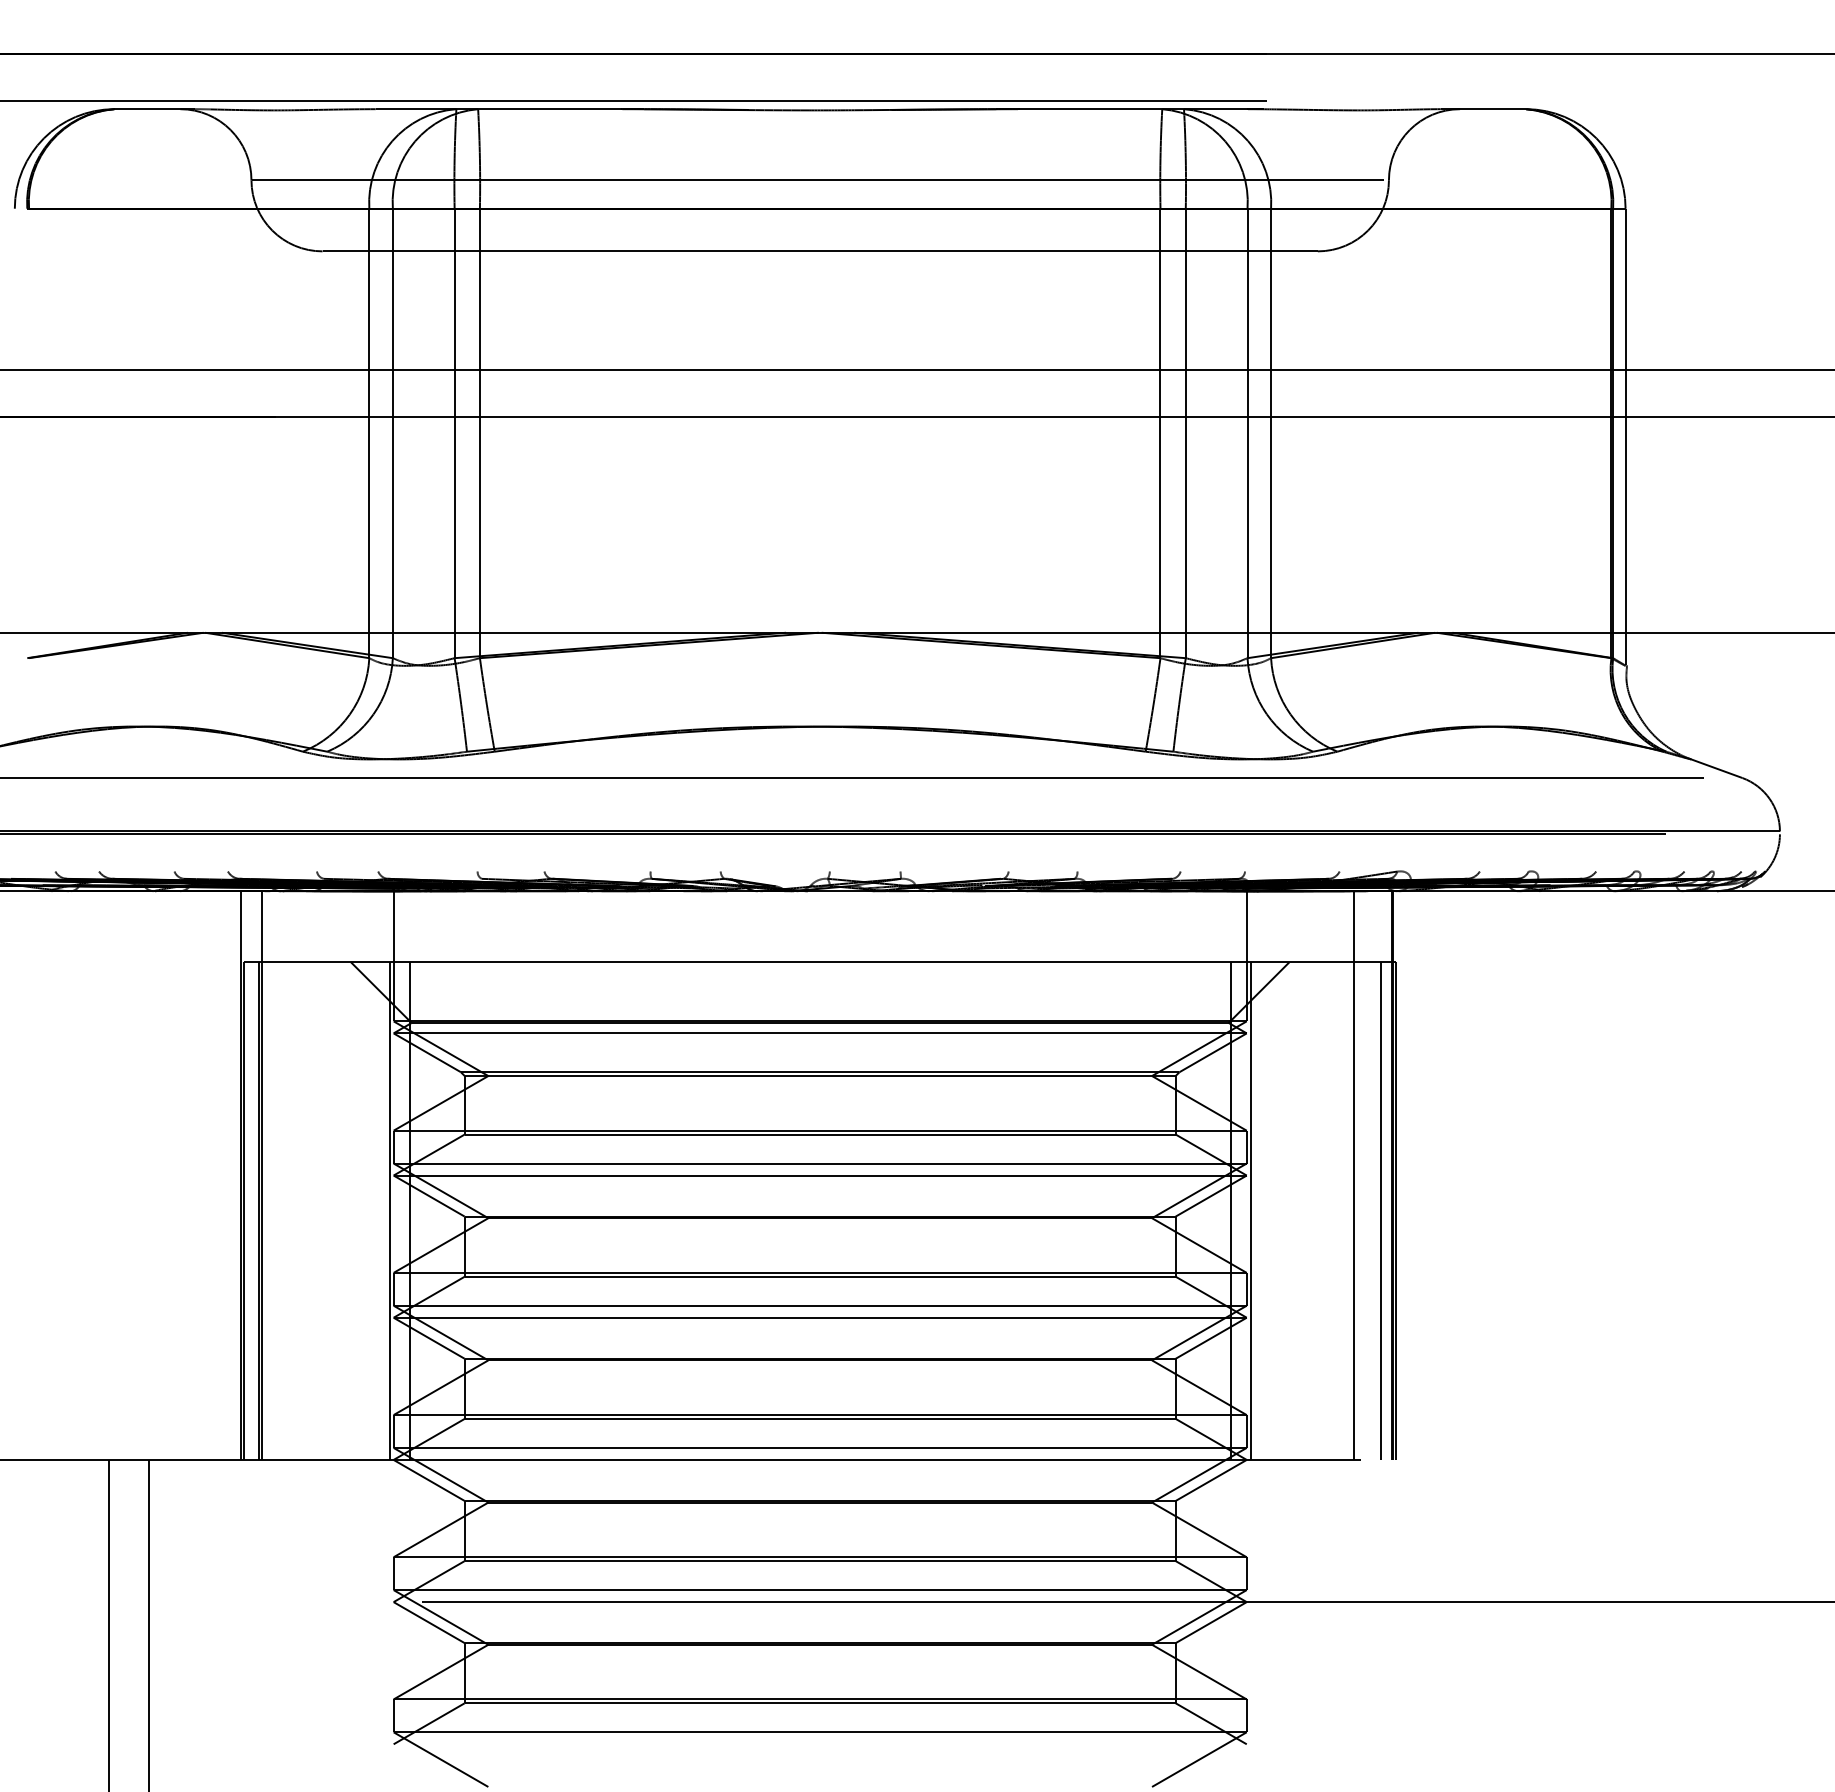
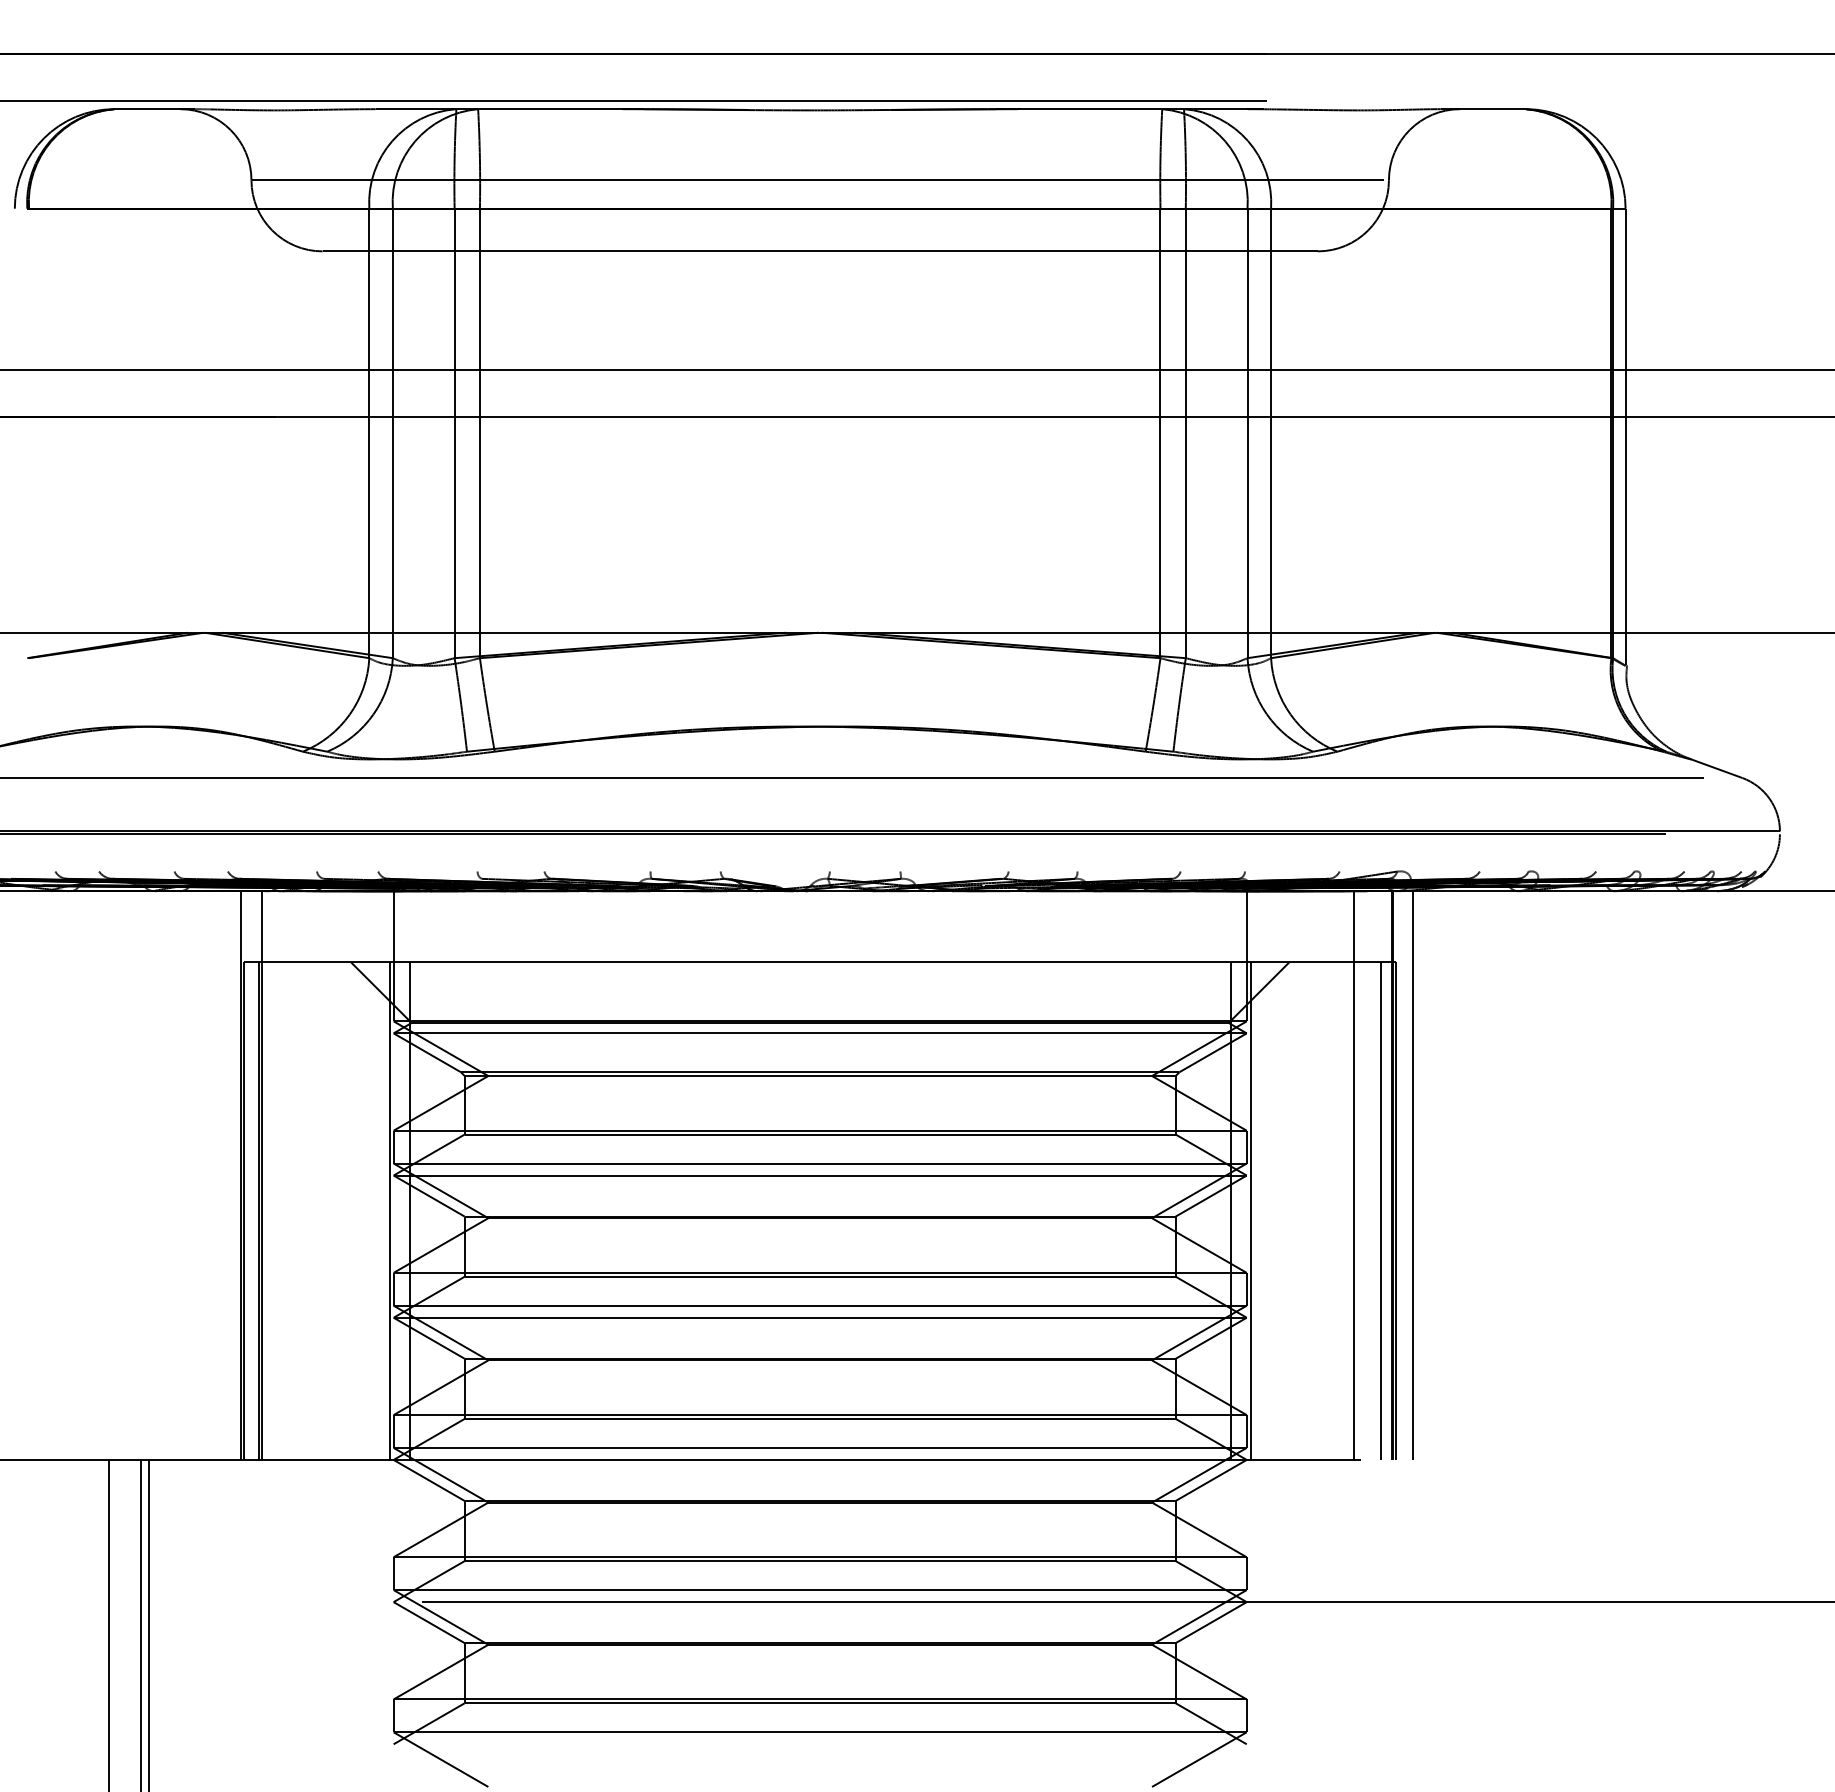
line at (1413, 1175): none -> present
line at (141, 1623): none -> present
